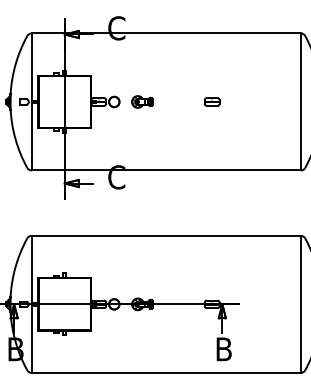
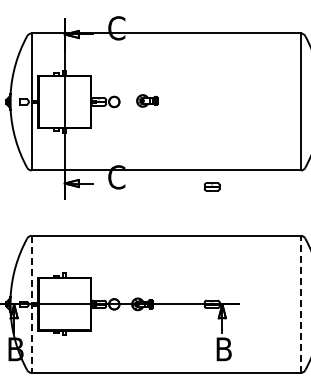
part at (142, 101) position: (142, 101) -> (147, 100)
part at (211, 101) position: (211, 101) -> (211, 186)
line at (300, 303): solid -> dashed
line at (31, 304): solid -> dashed
